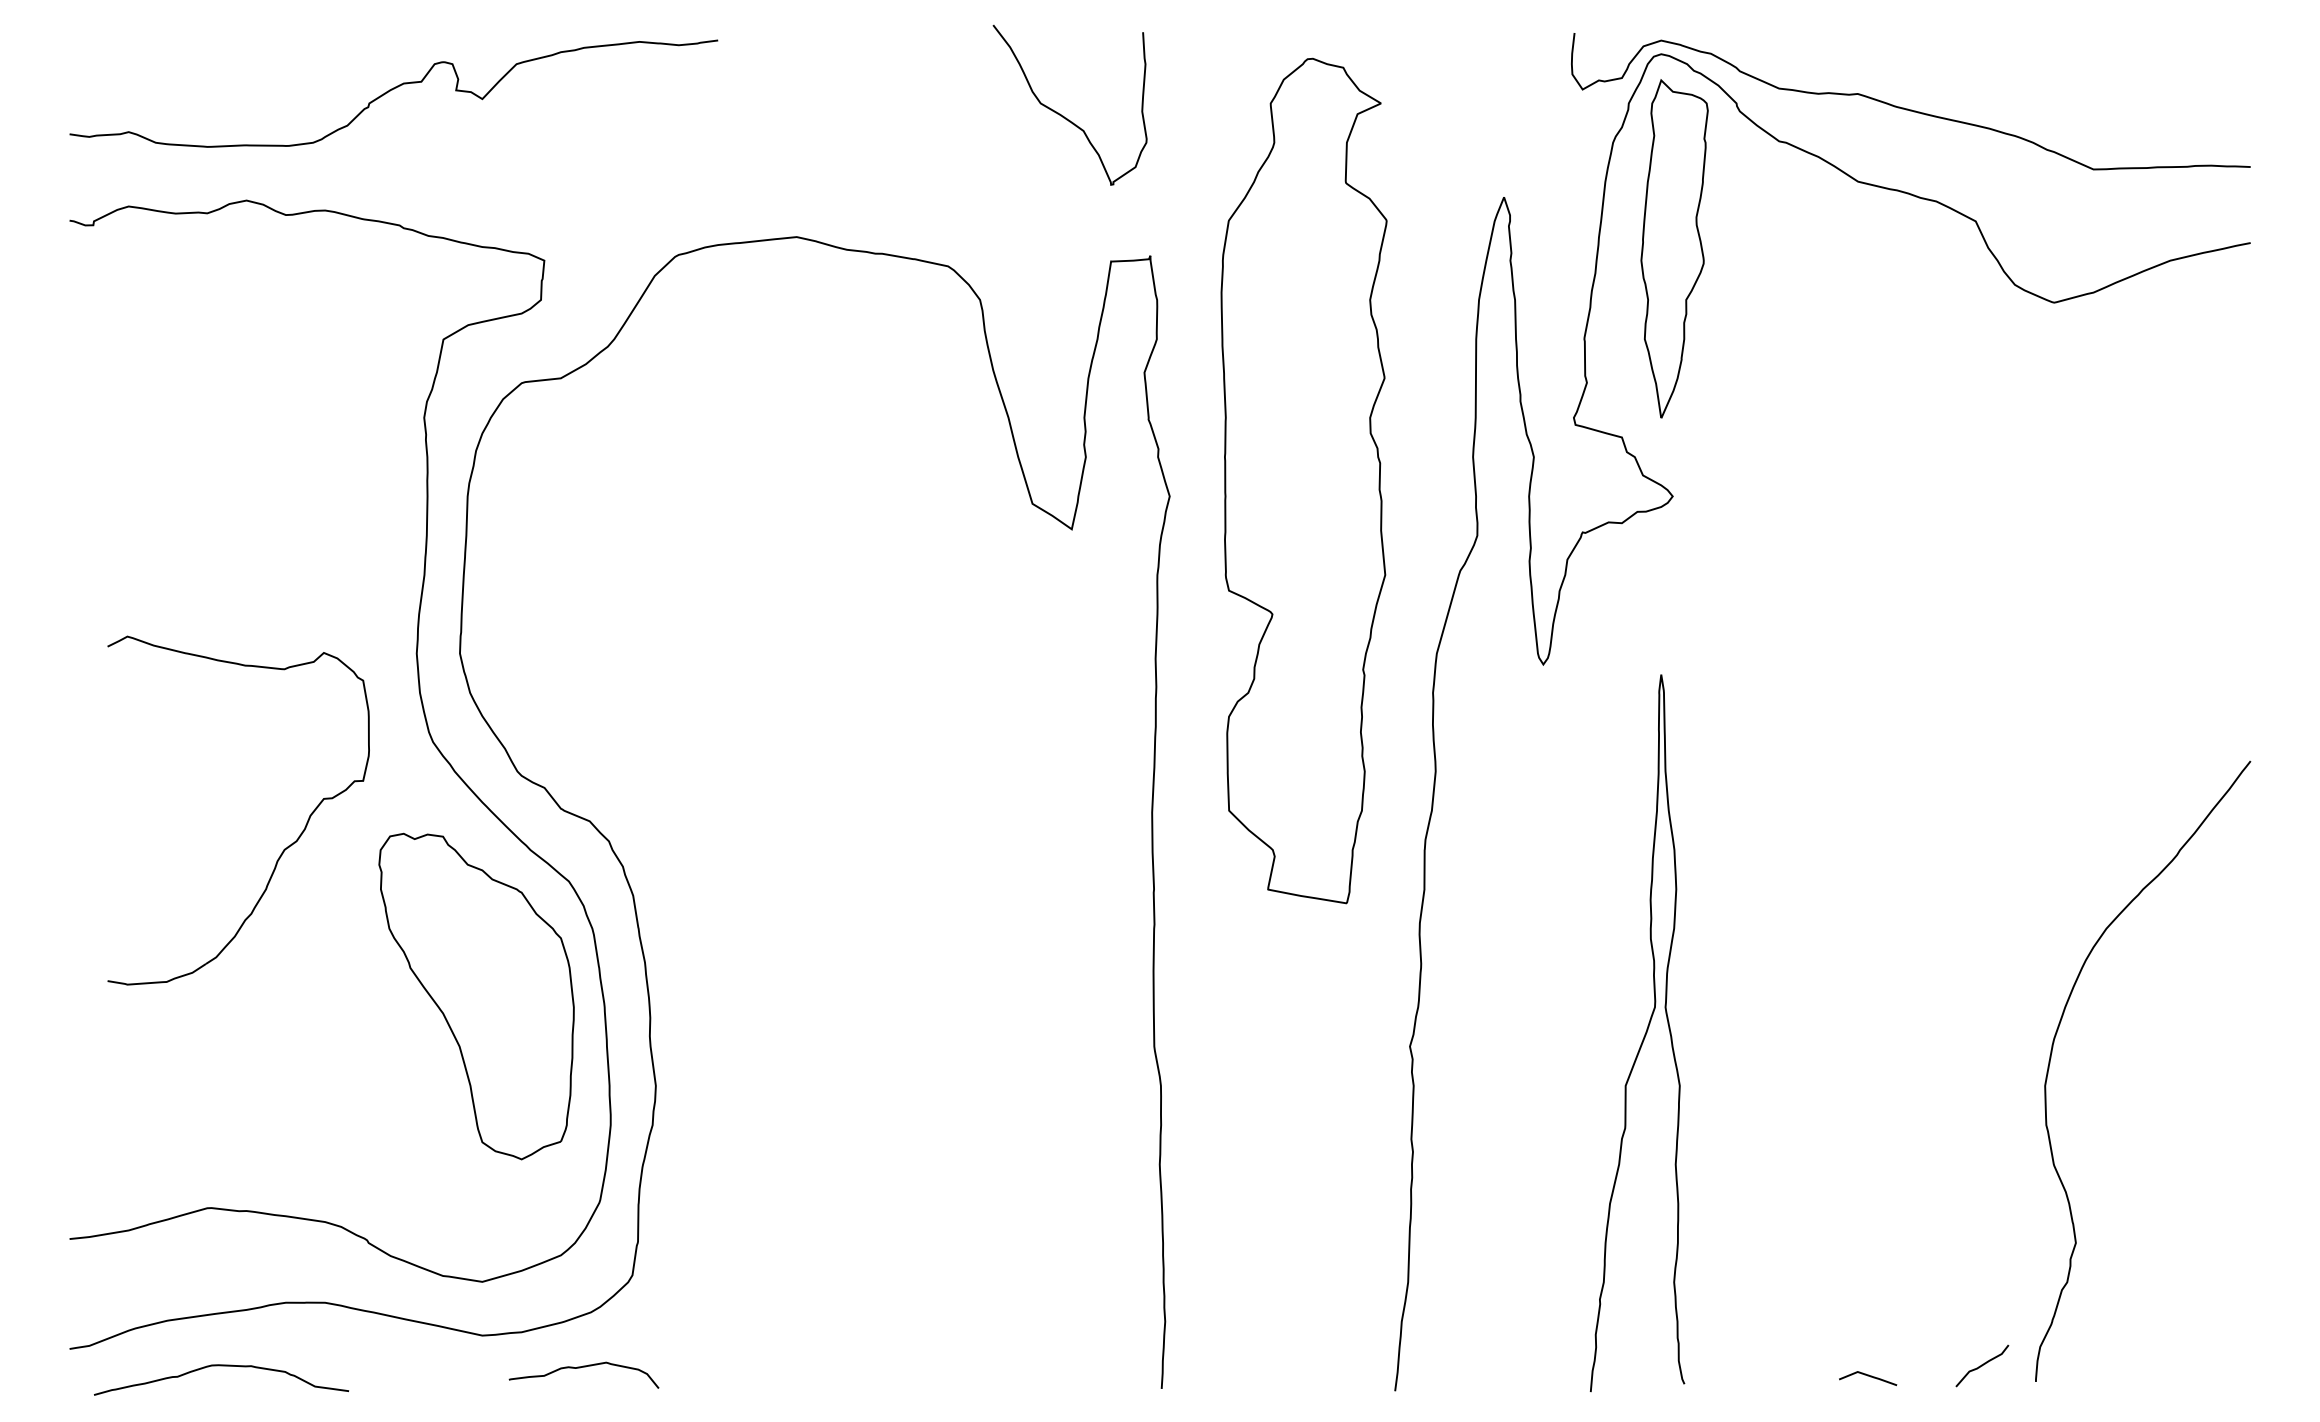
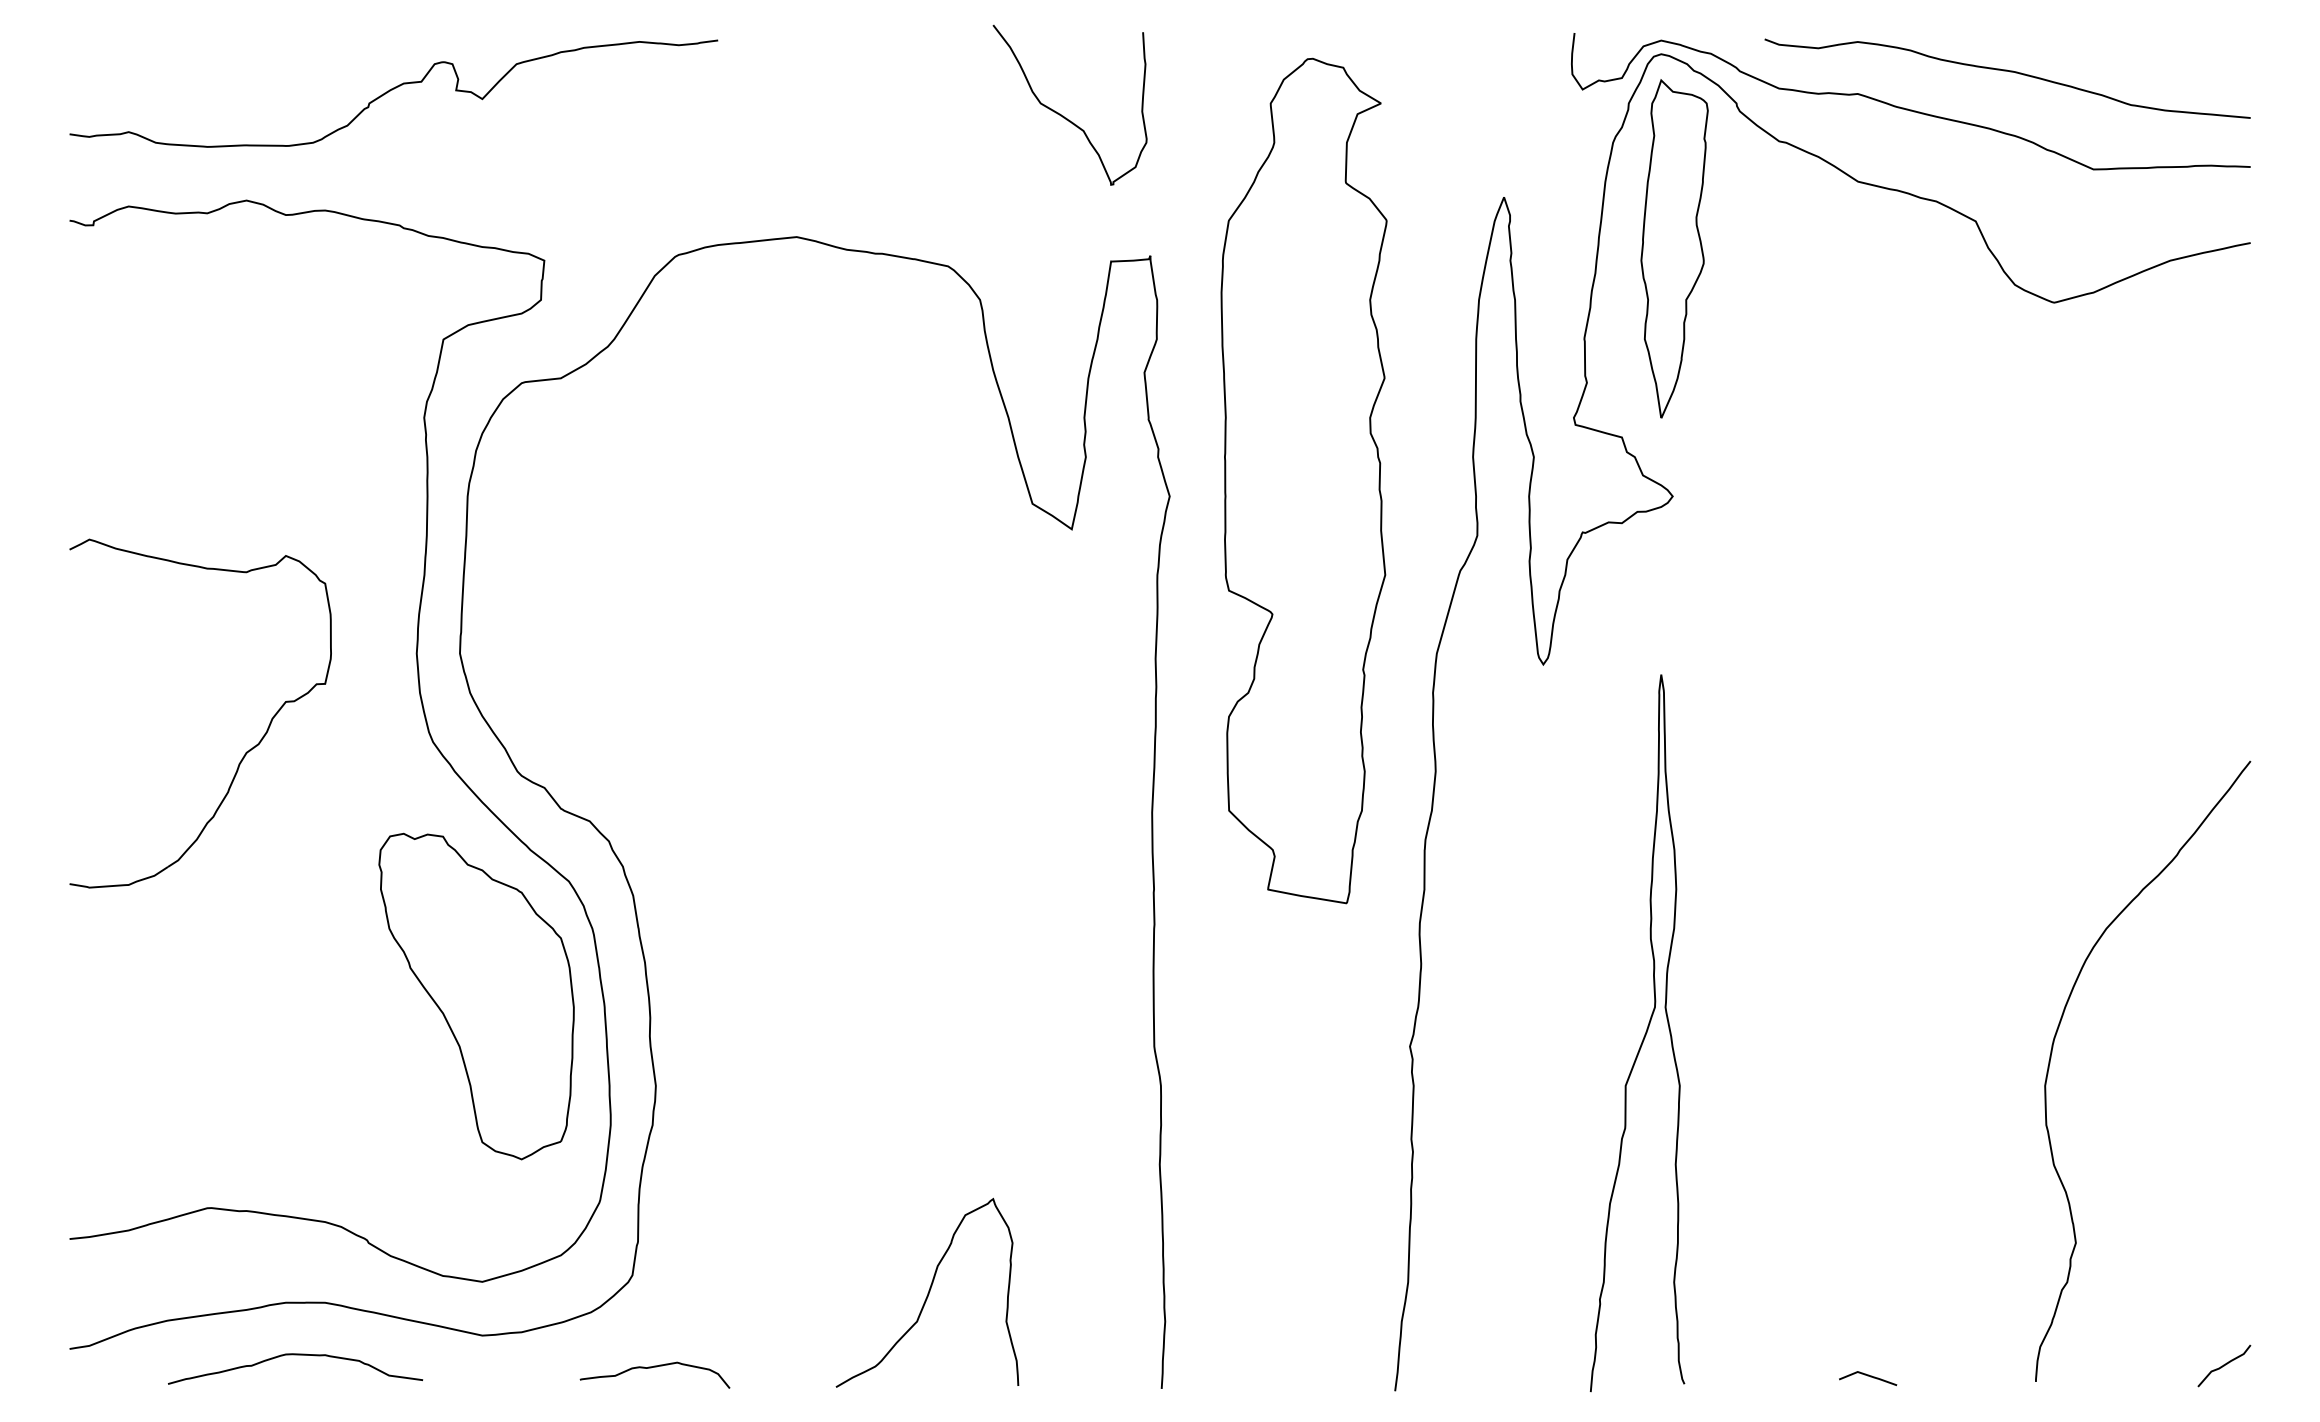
curve at (2010, 72): none -> present
part at (283, 849) position: (283, 849) -> (245, 752)
curve at (928, 1292): none -> present
curve at (1982, 1365) position: (1982, 1365) -> (2224, 1365)
curve at (221, 1366) position: (221, 1366) -> (295, 1355)
curve at (580, 1368) position: (580, 1368) -> (651, 1368)
